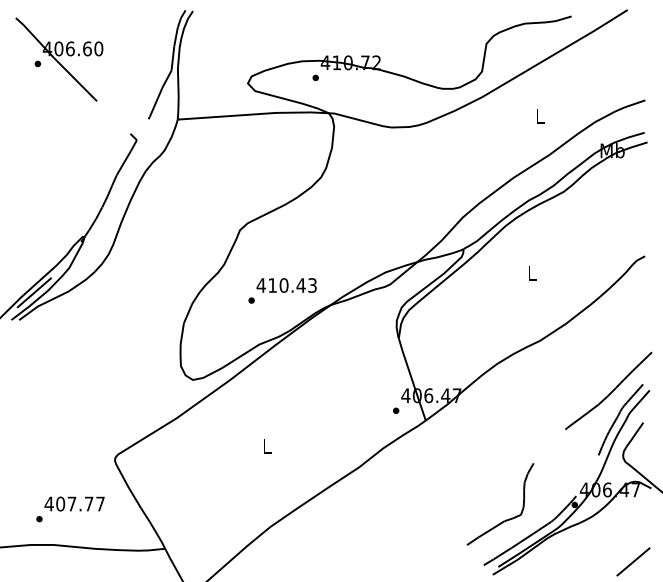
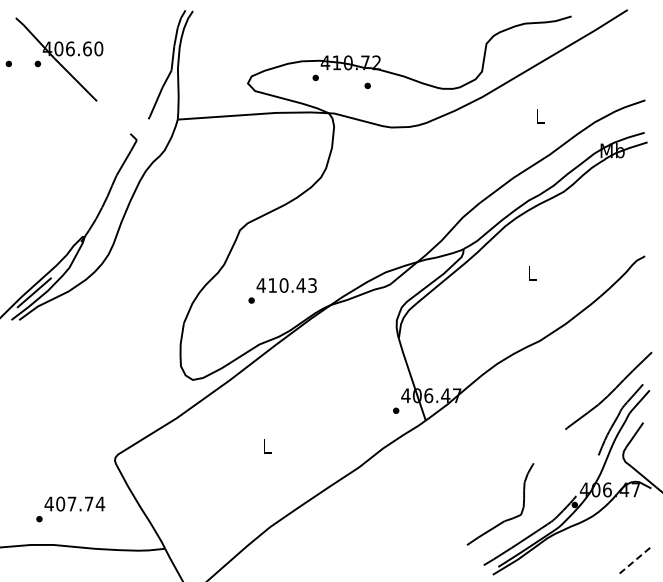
part at (8, 63): none -> present
part at (367, 85): none -> present
text at (100, 503): 407.77 -> 407.74
line at (633, 561): solid -> dashed
